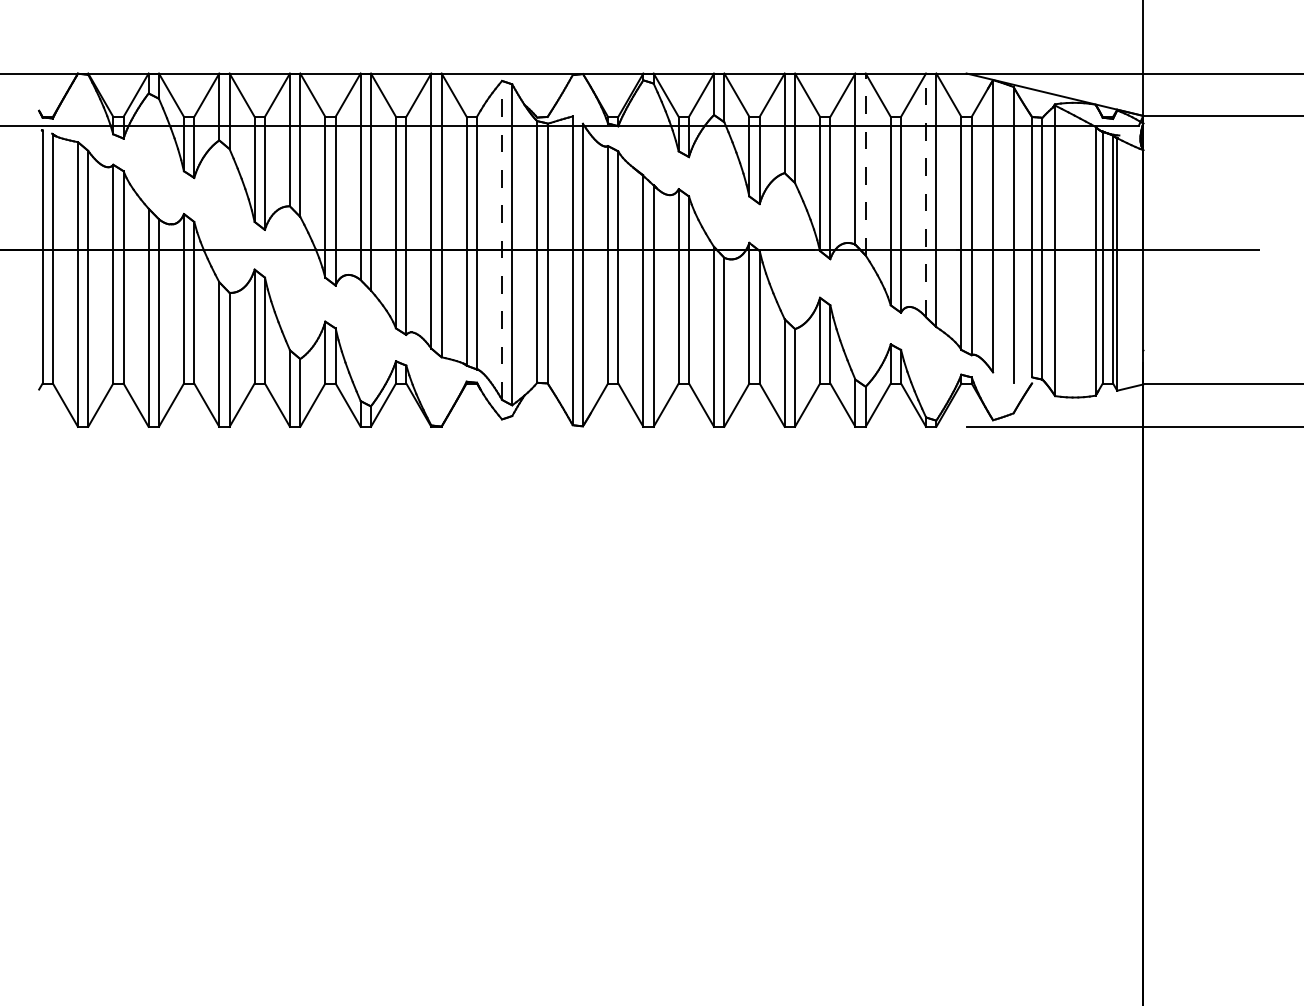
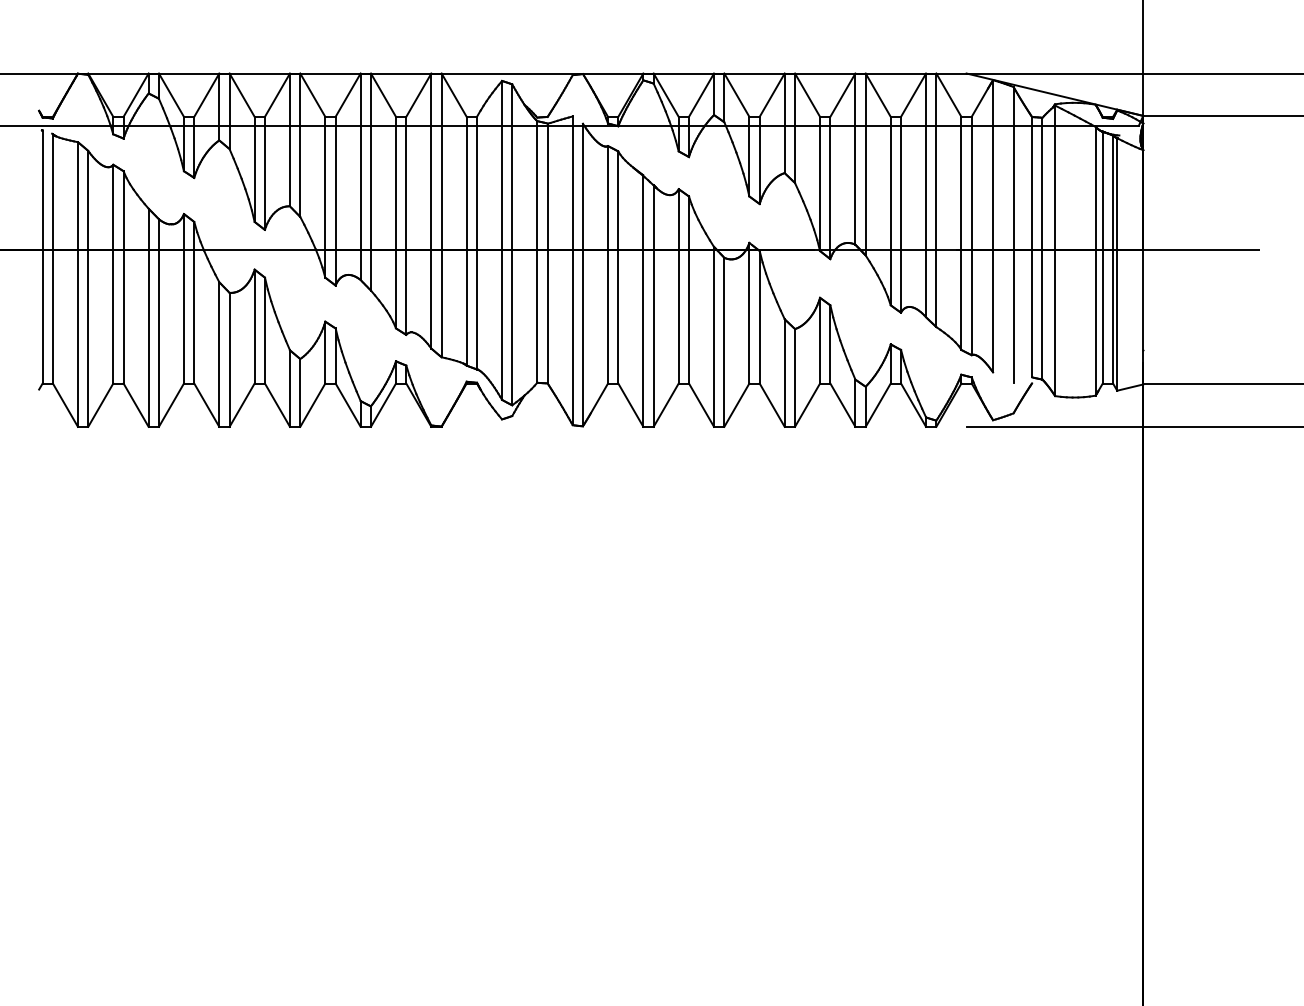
line at (865, 164): dashed -> solid
line at (926, 195): dashed -> solid
line at (502, 239): dashed -> solid
